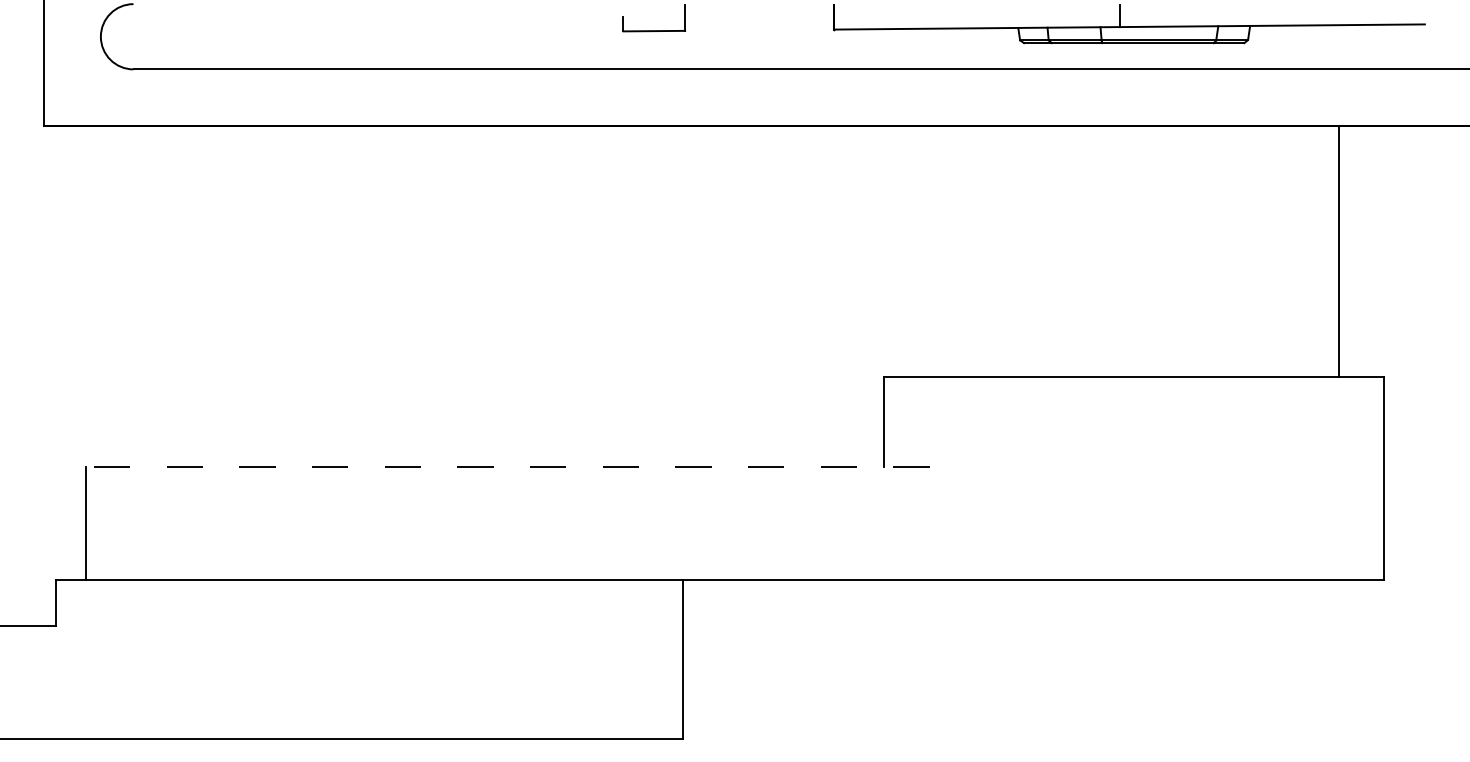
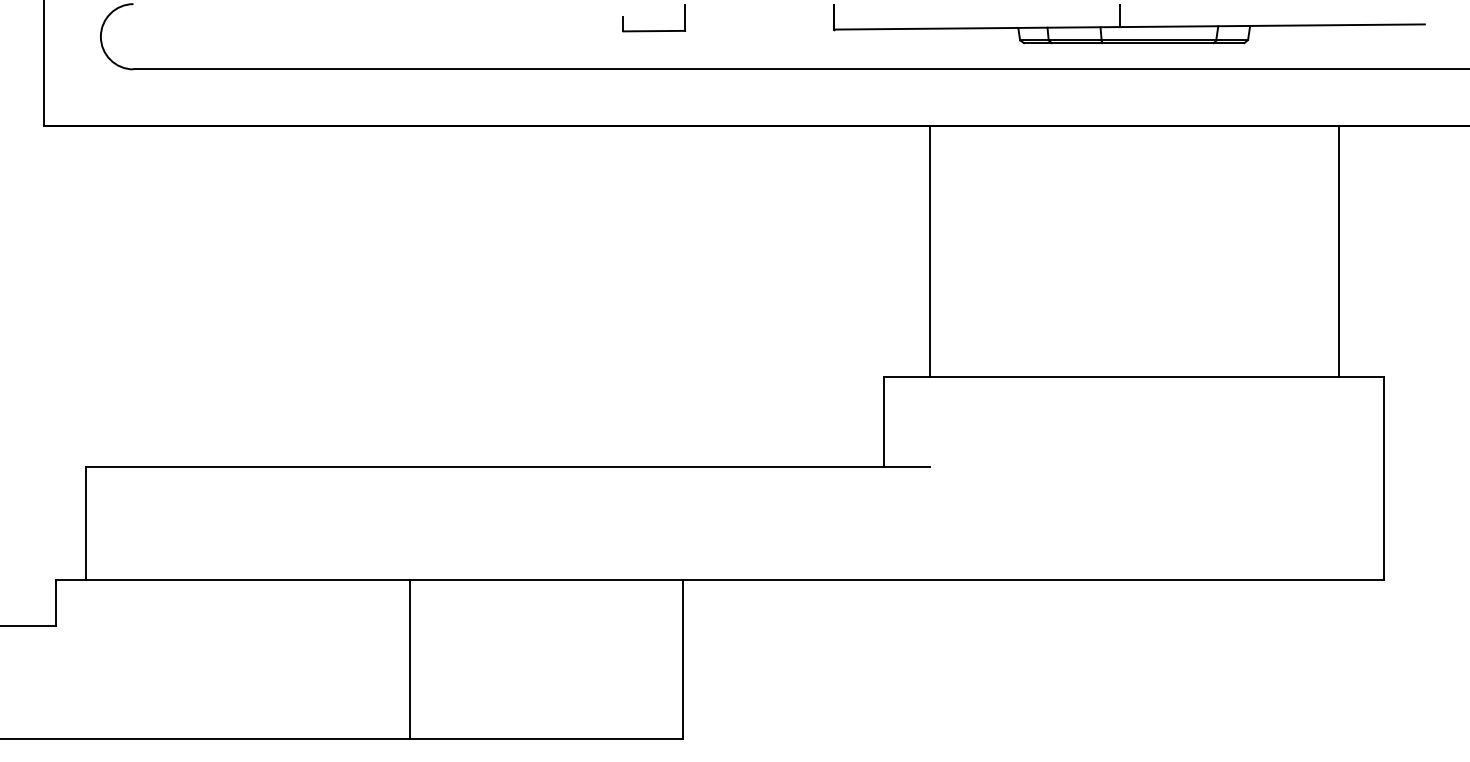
line at (929, 251): none -> present
line at (507, 466): dashed -> solid
line at (410, 659): none -> present
